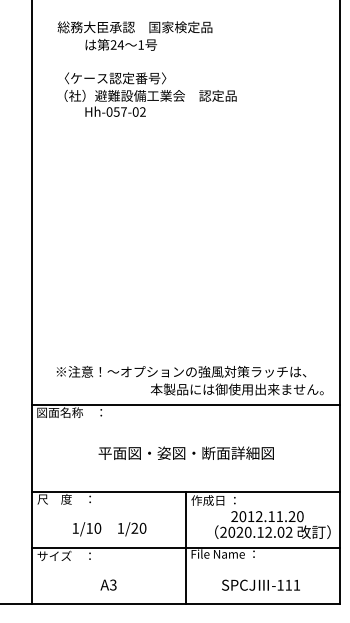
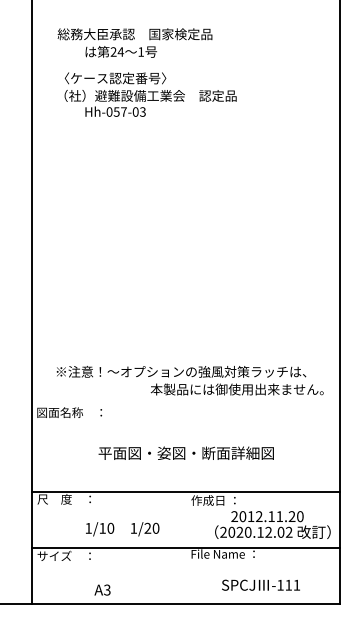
text at (134, 35) position: (134, 35) -> (134, 42)
text at (142, 112): Hh-057-02 -> Hh-057-03
line at (185, 404): present -> none
text at (109, 529) position: (109, 529) -> (122, 529)
line at (185, 547): present -> none
text at (108, 584) position: (108, 584) -> (102, 589)
